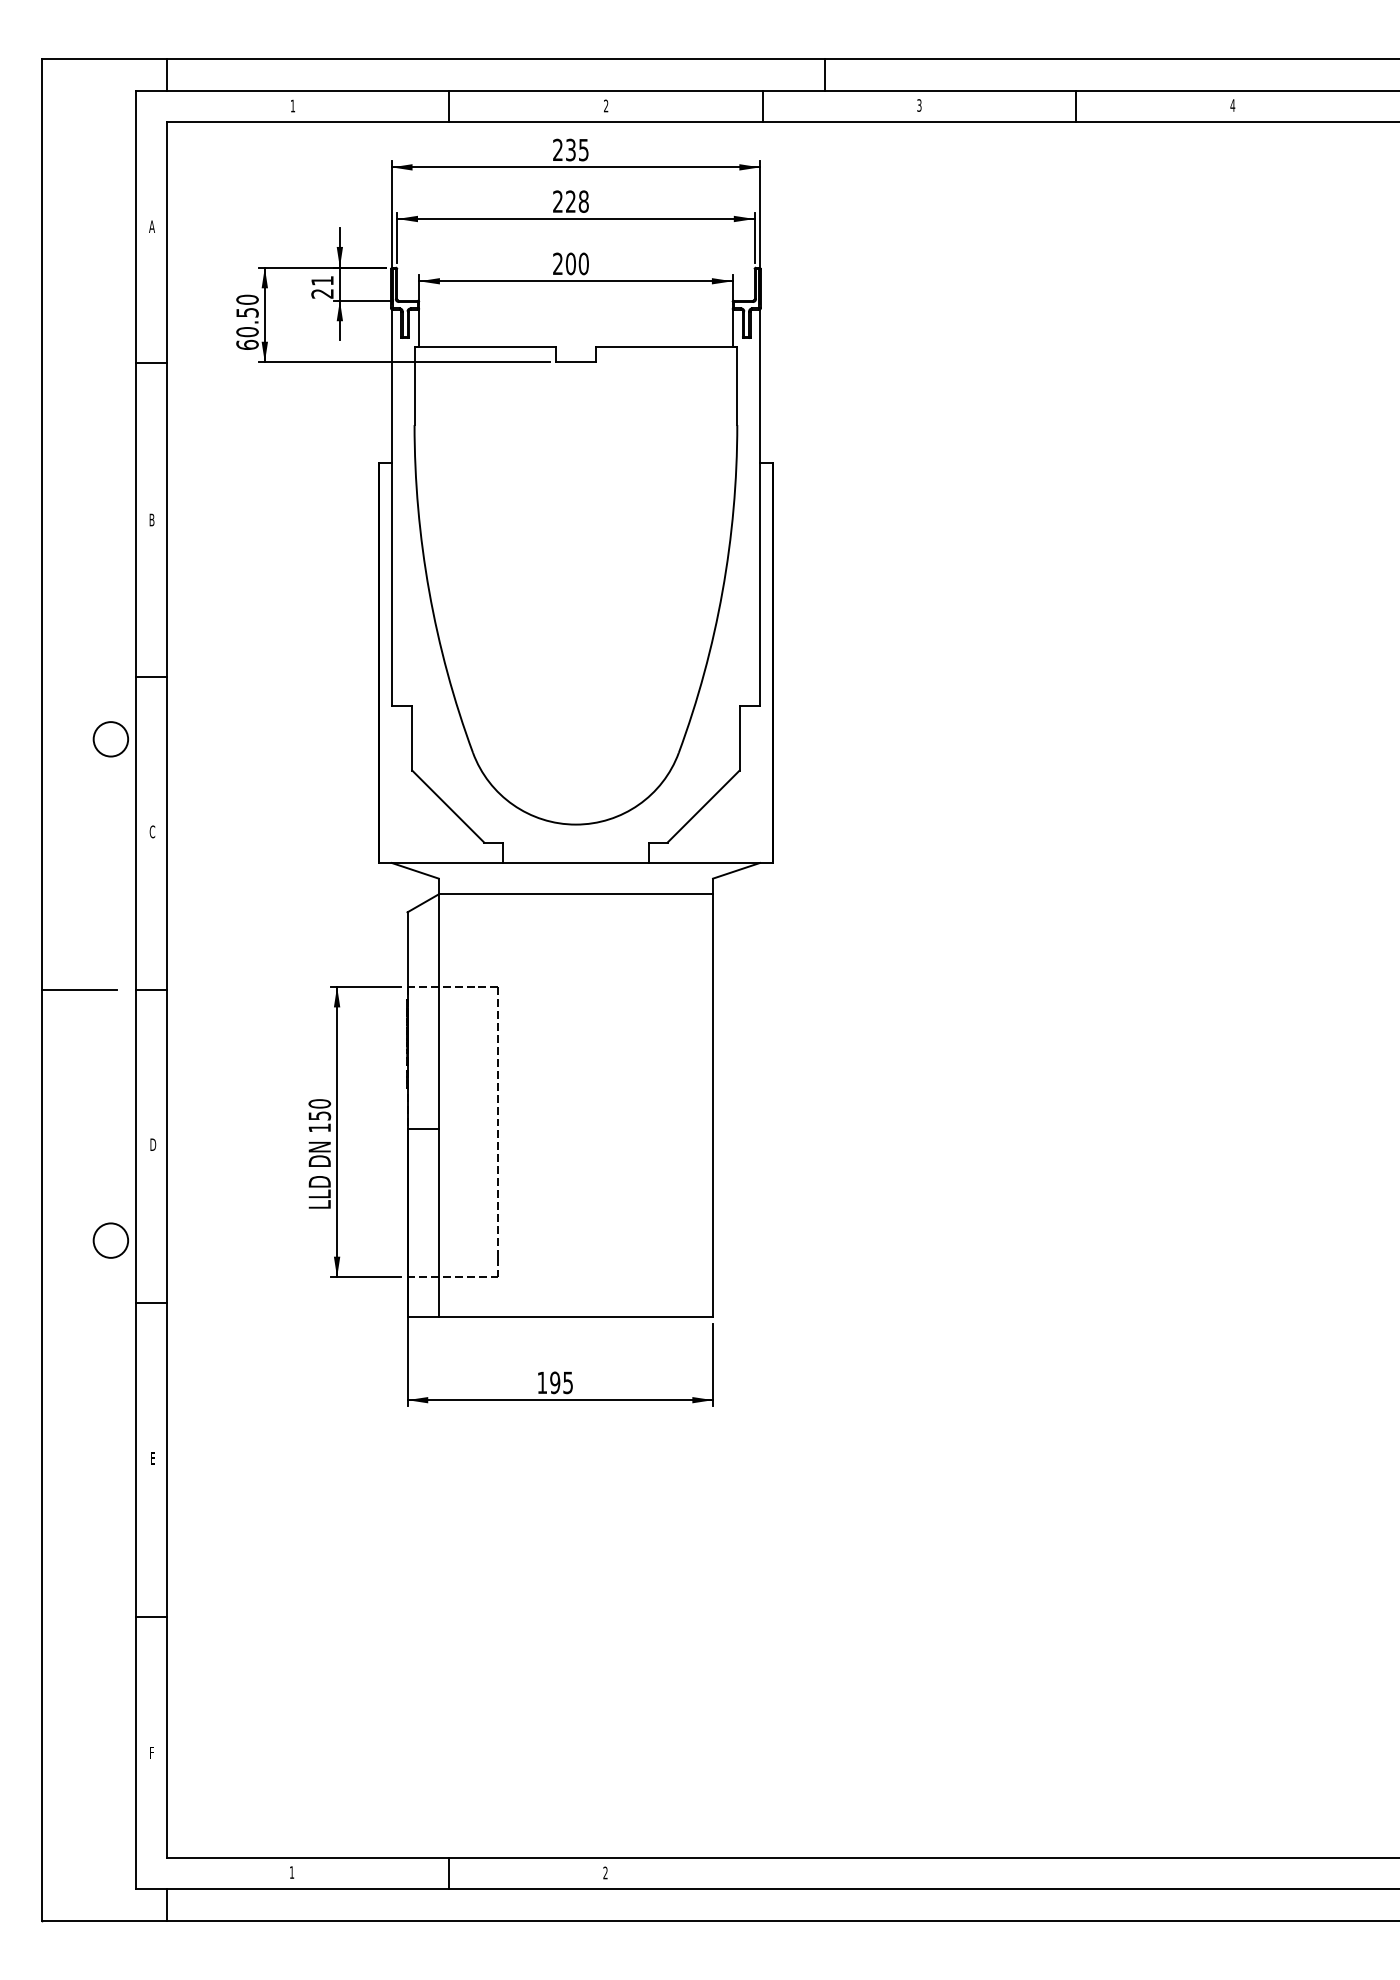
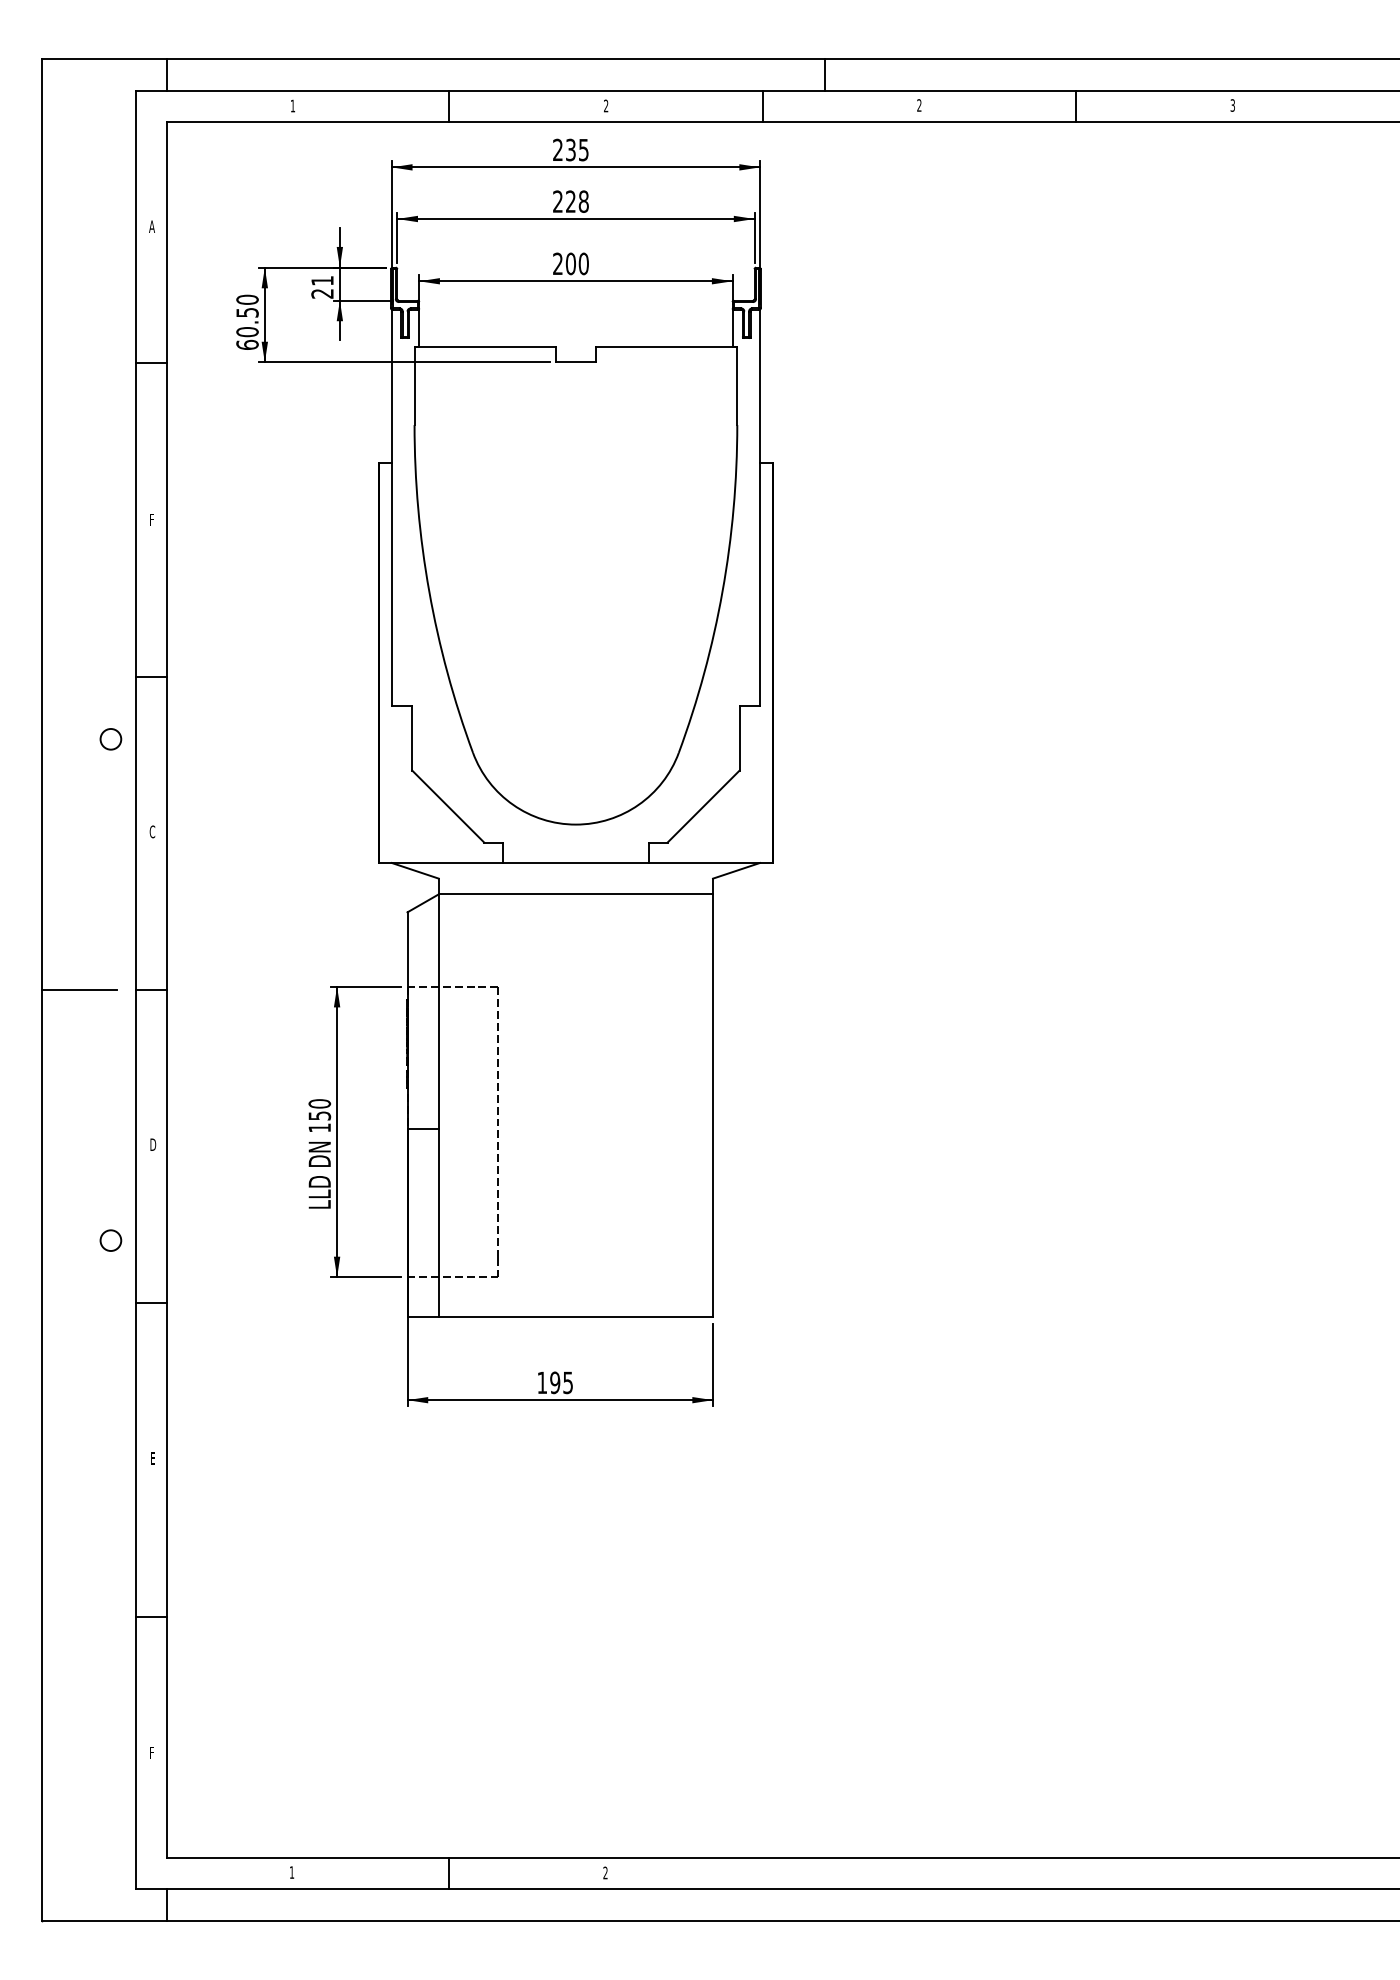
text at (919, 105): 3 -> 2
text at (1232, 105): 4 -> 3
text at (151, 519): B -> F
circle at (110, 739) diameter: 34 px -> 21 px
circle at (110, 1240) diameter: 34 px -> 21 px
